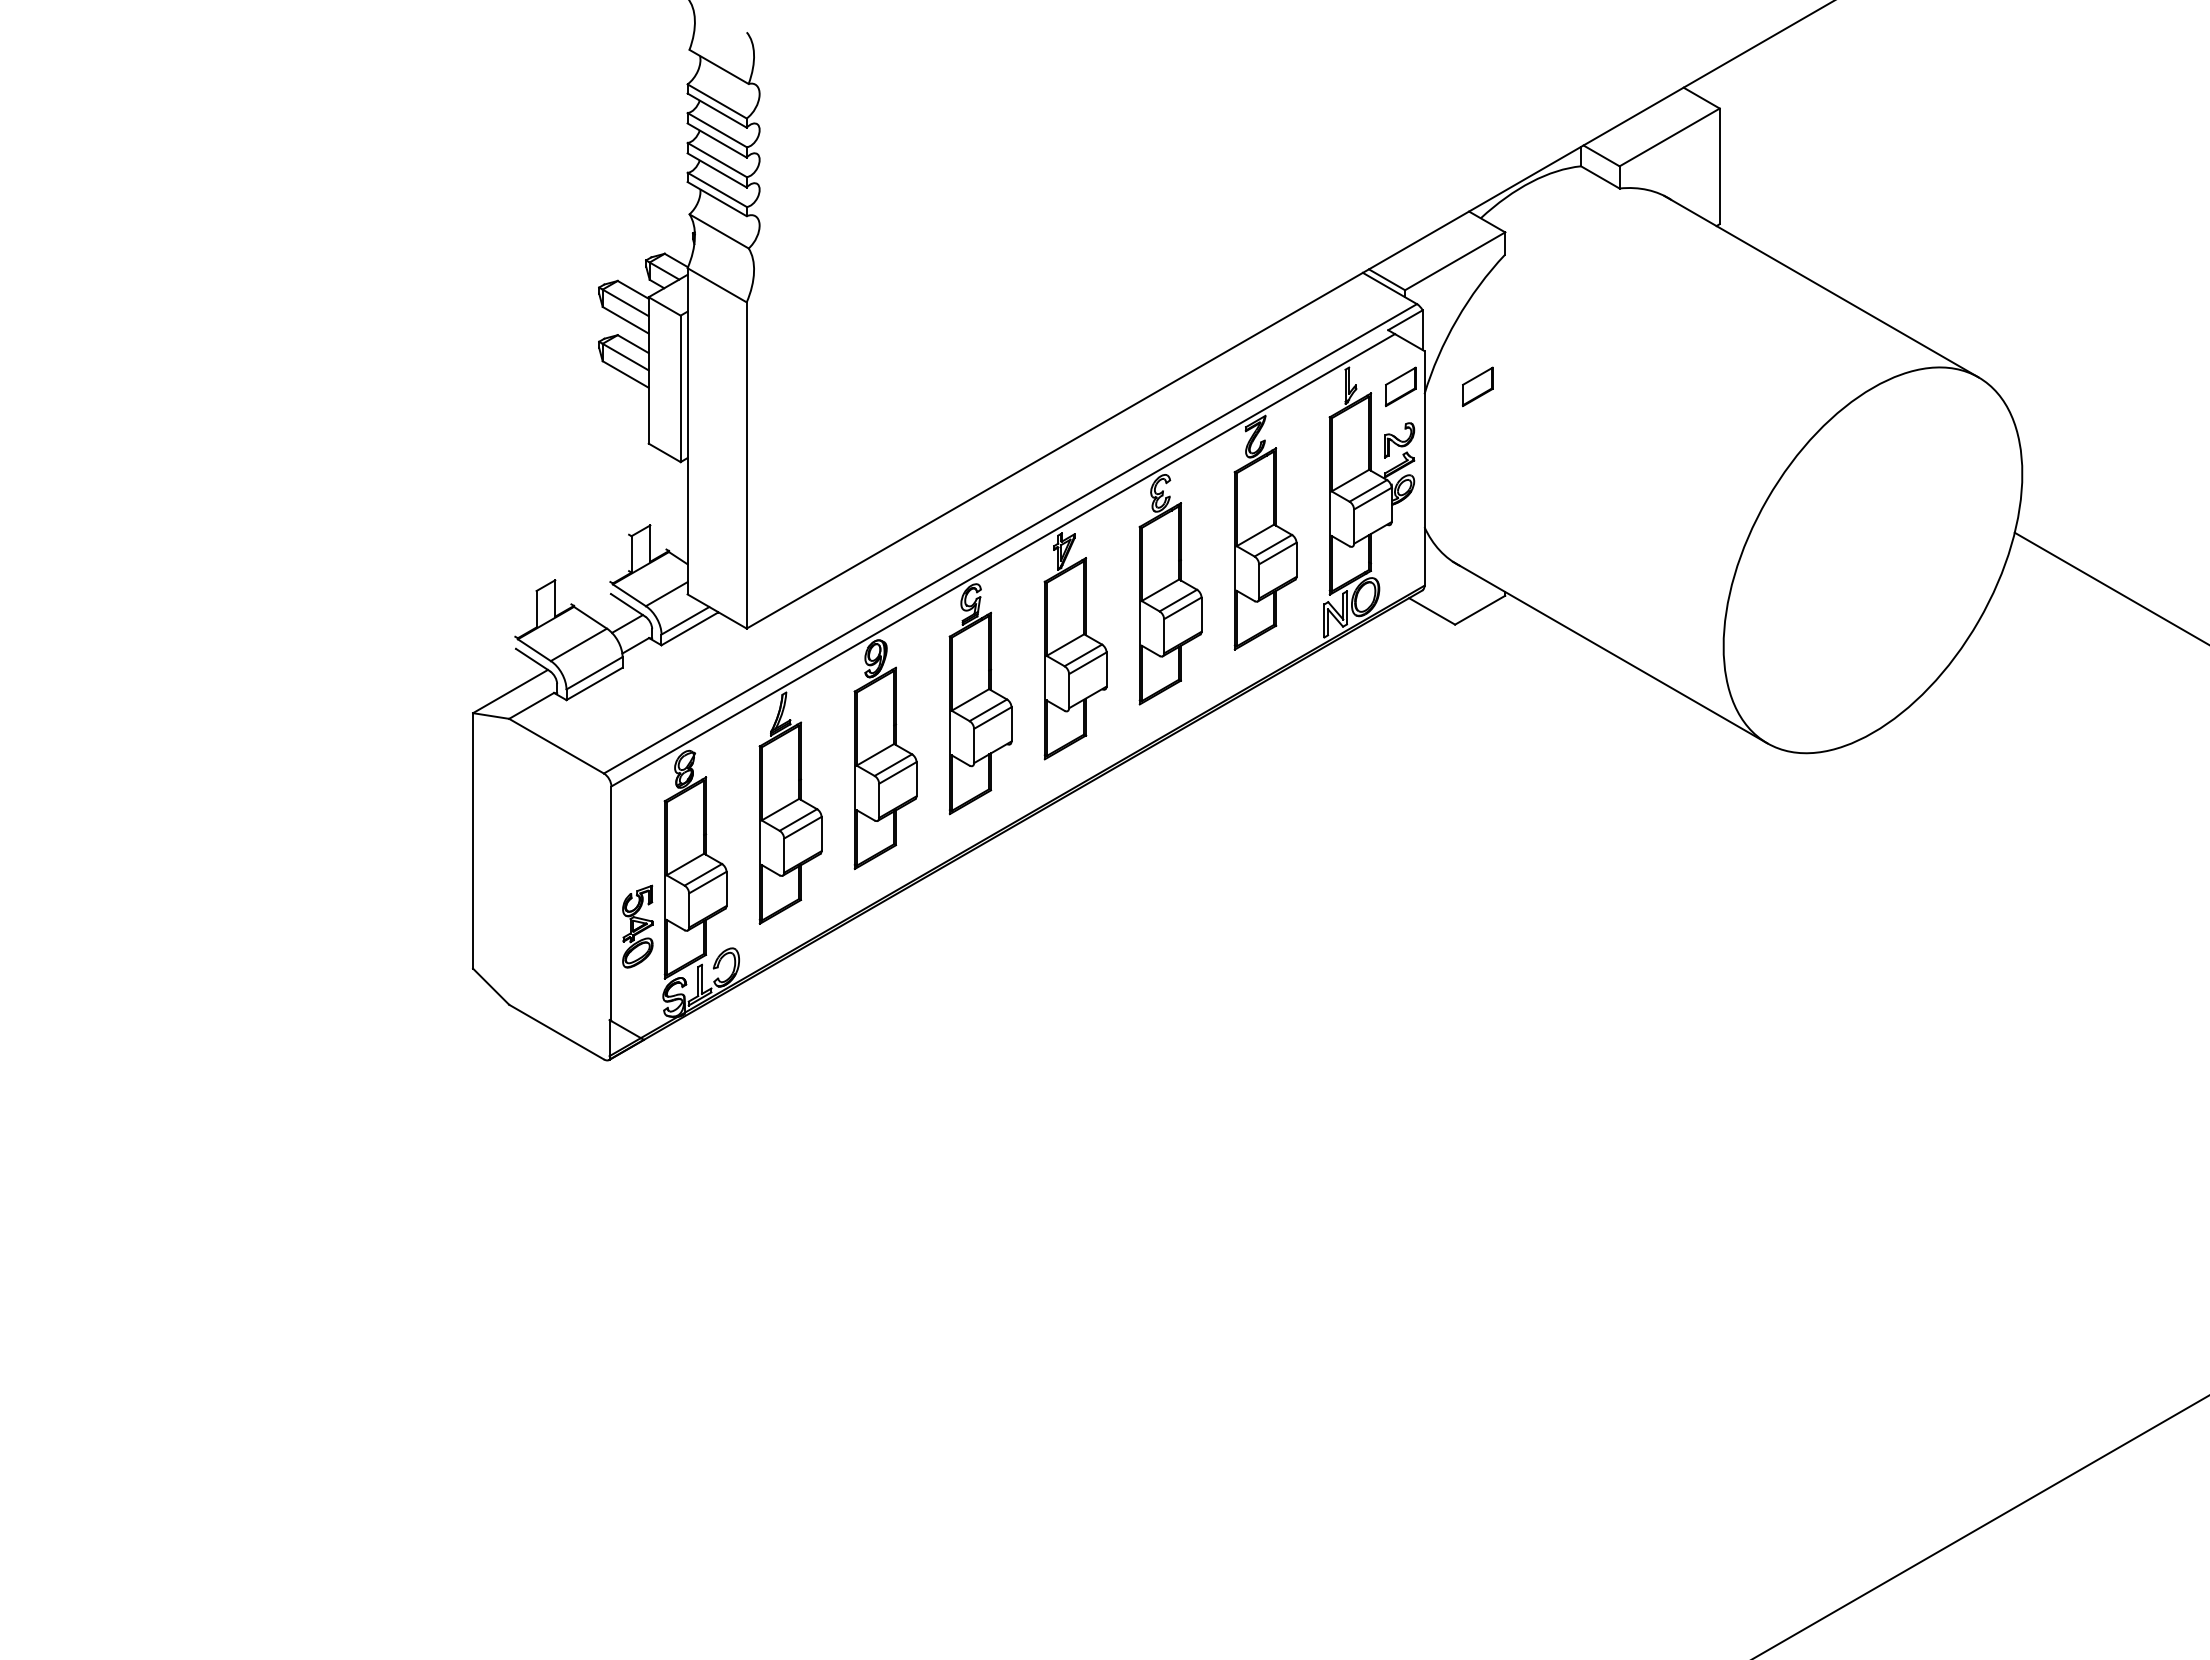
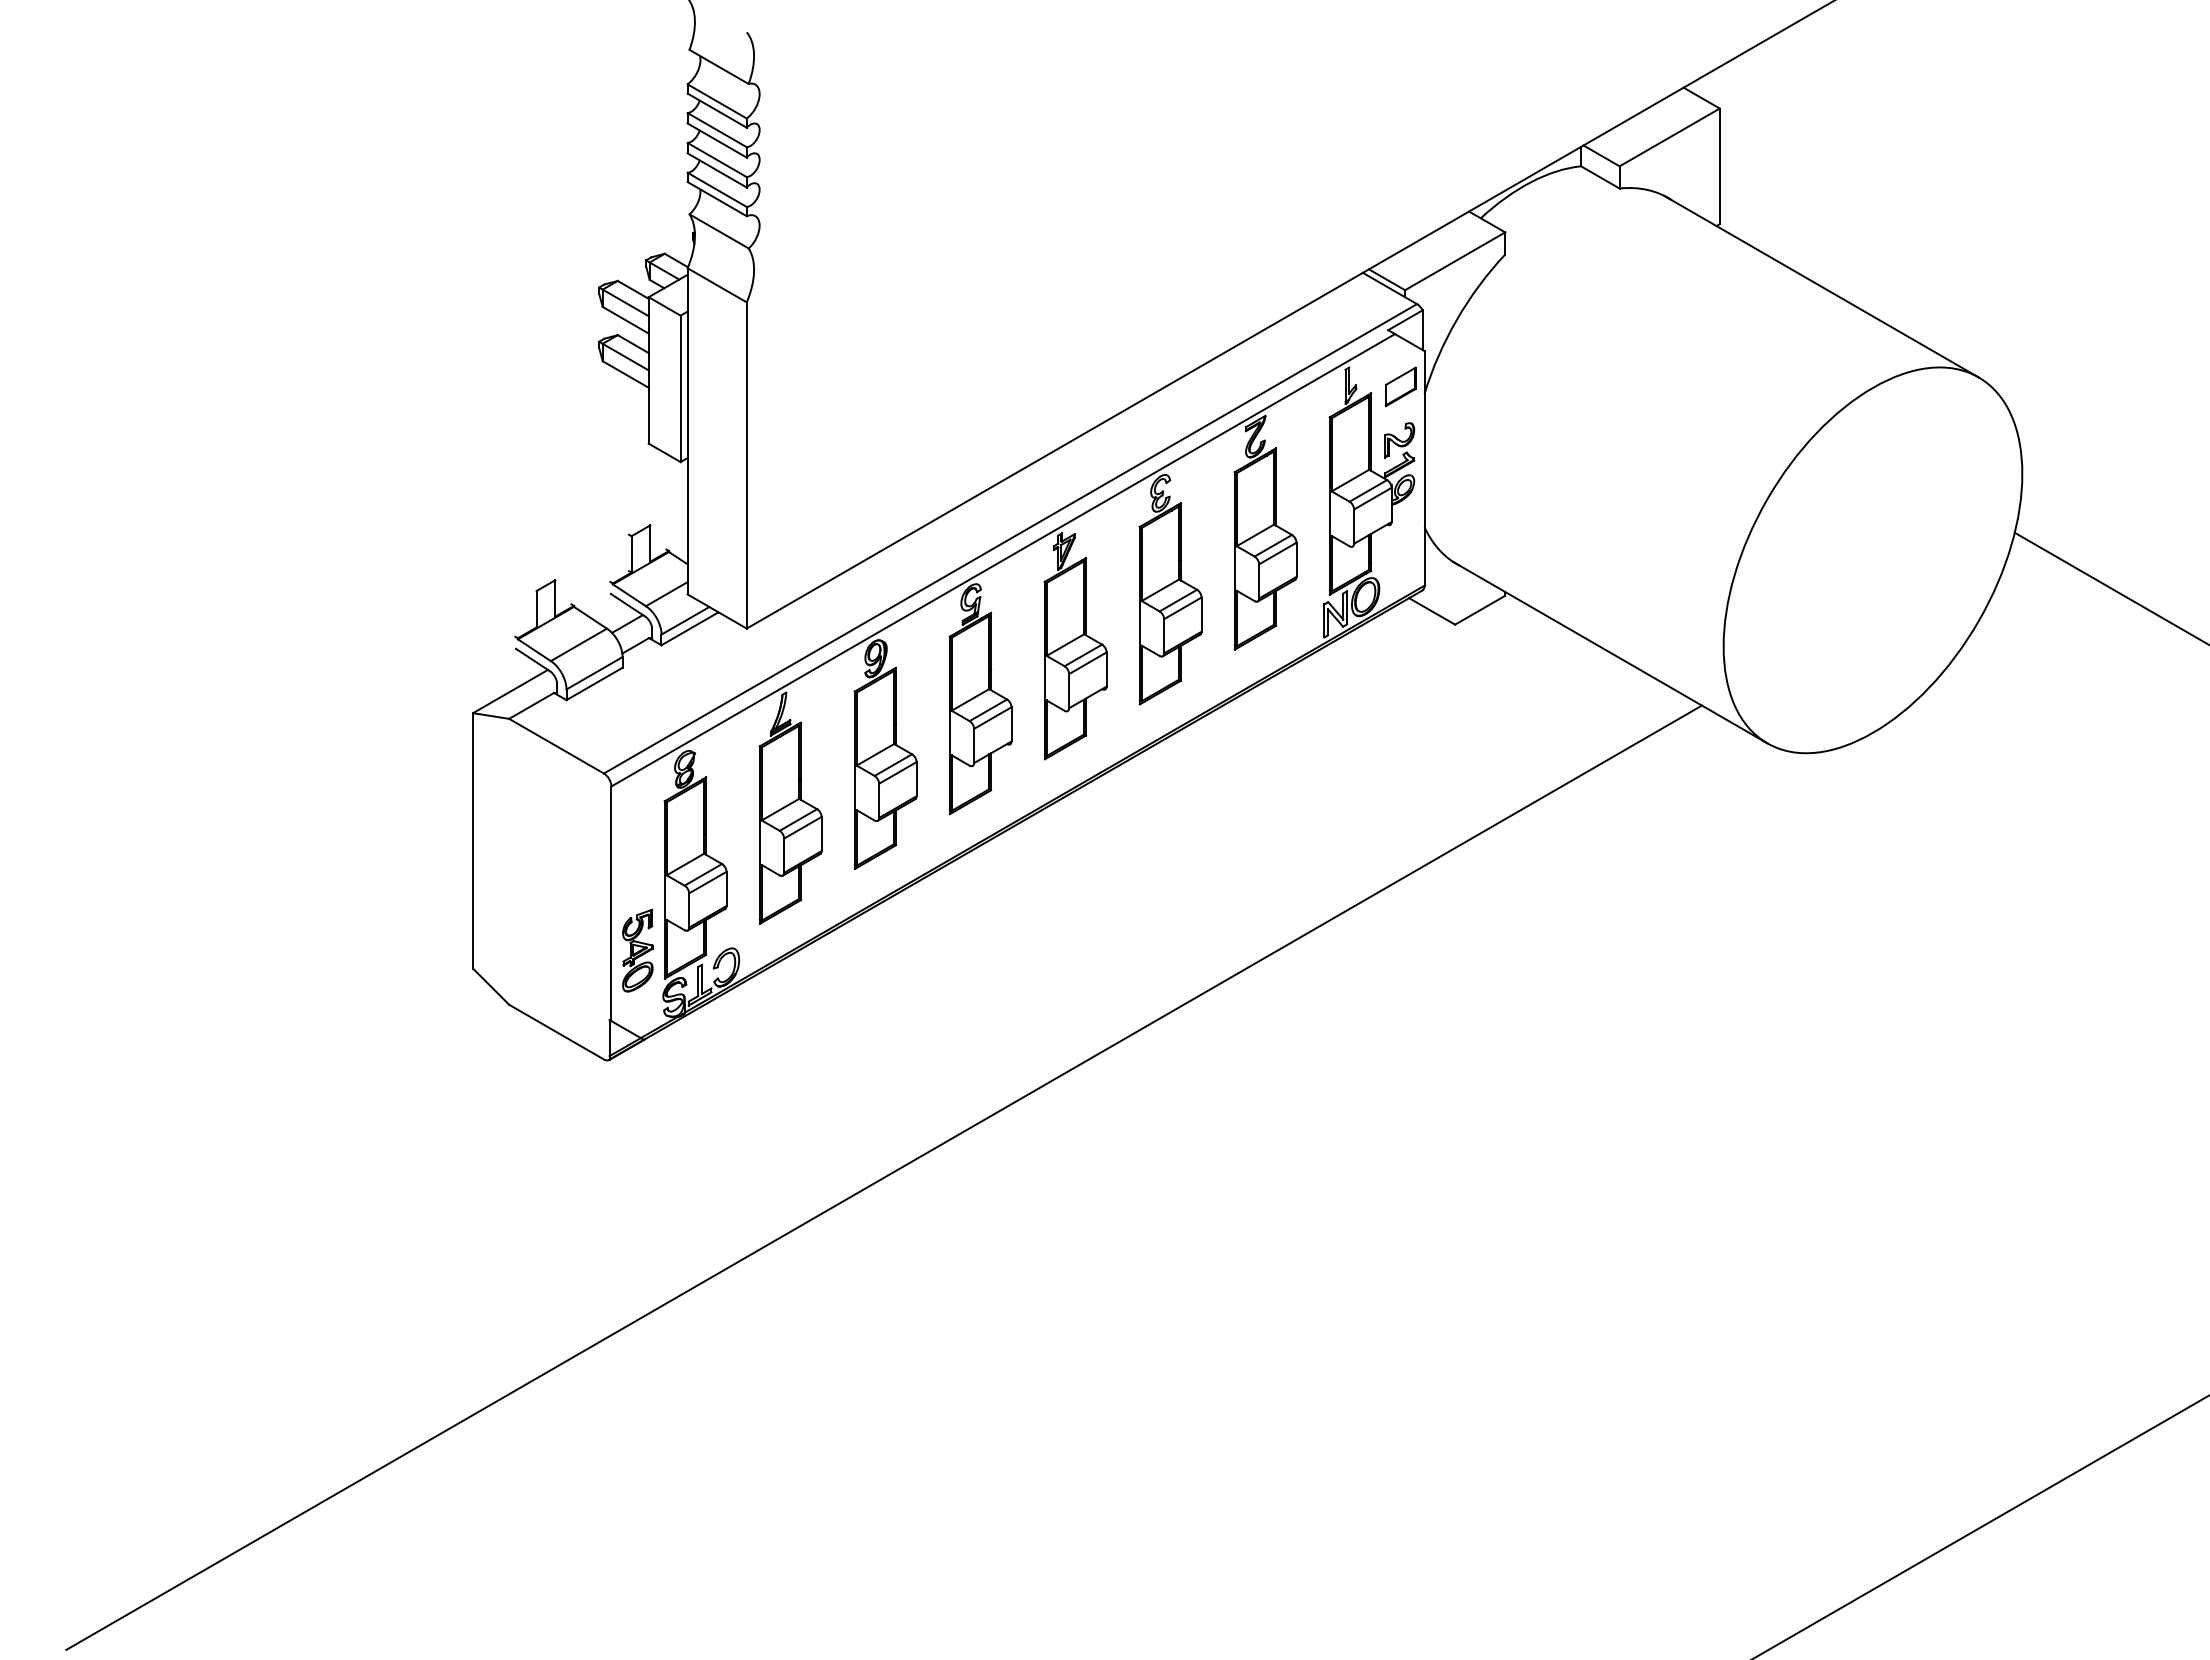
part at (1477, 386): present -> none
part at (637, 926) position: (637, 926) -> (637, 950)
line at (883, 1177): none -> present
